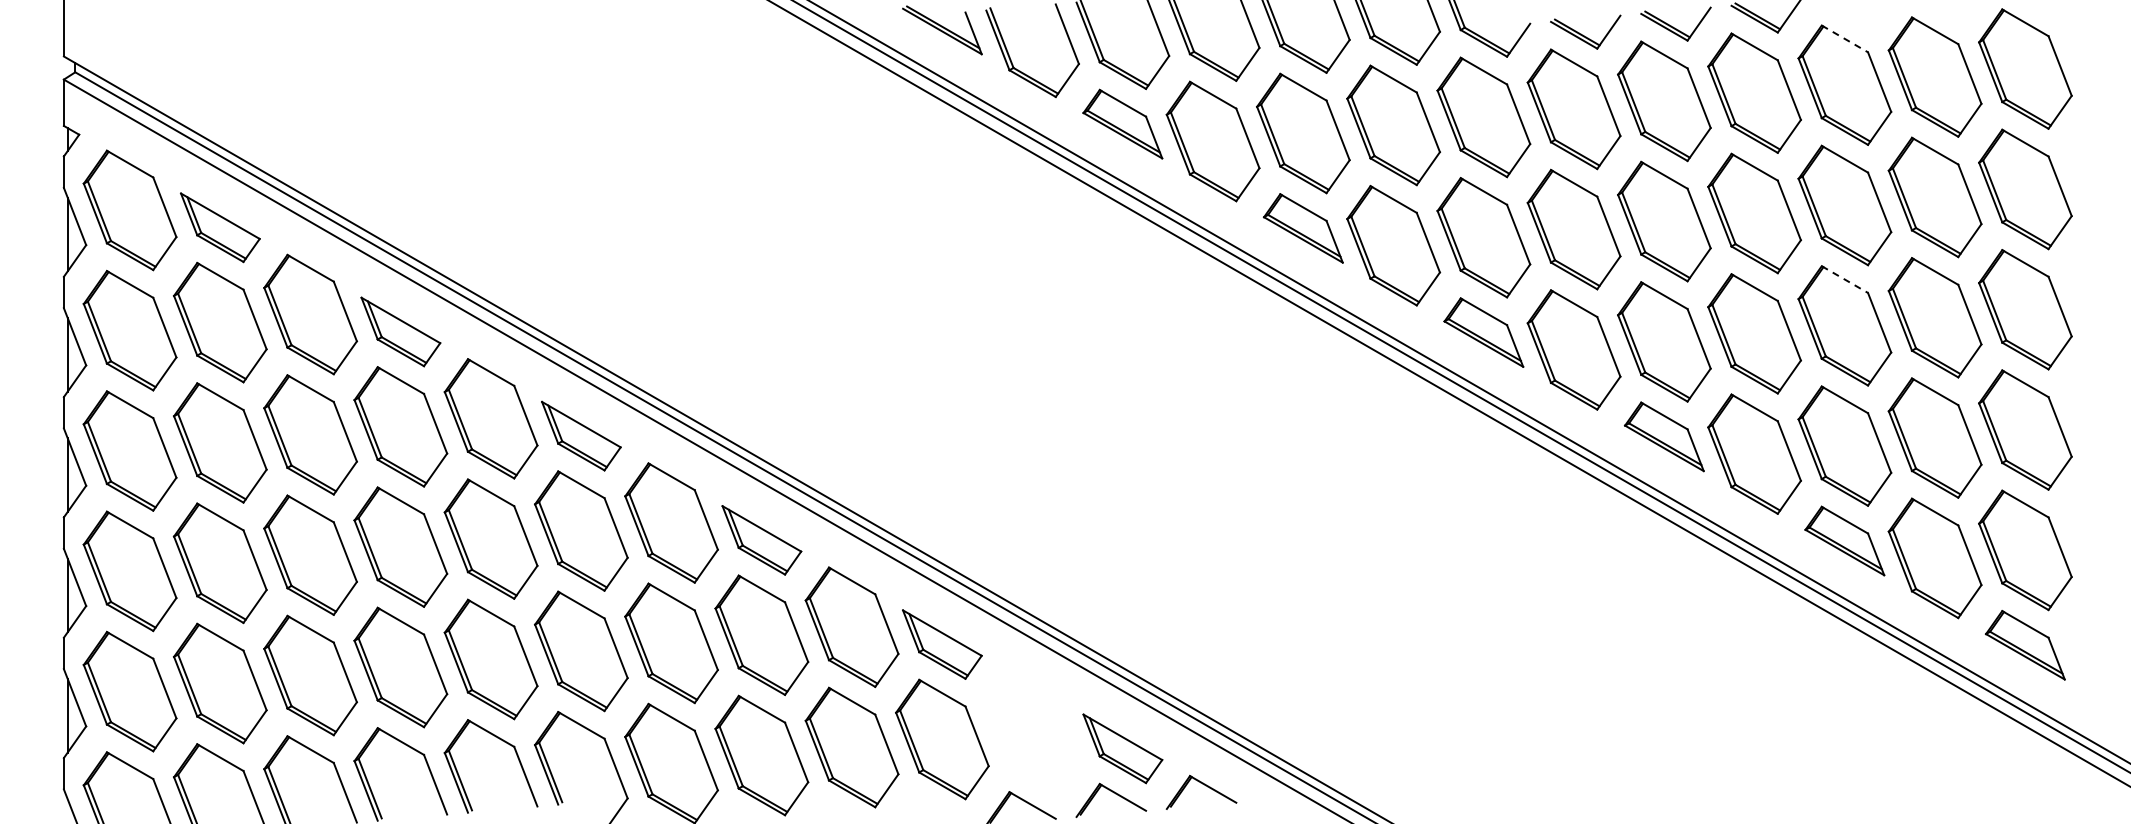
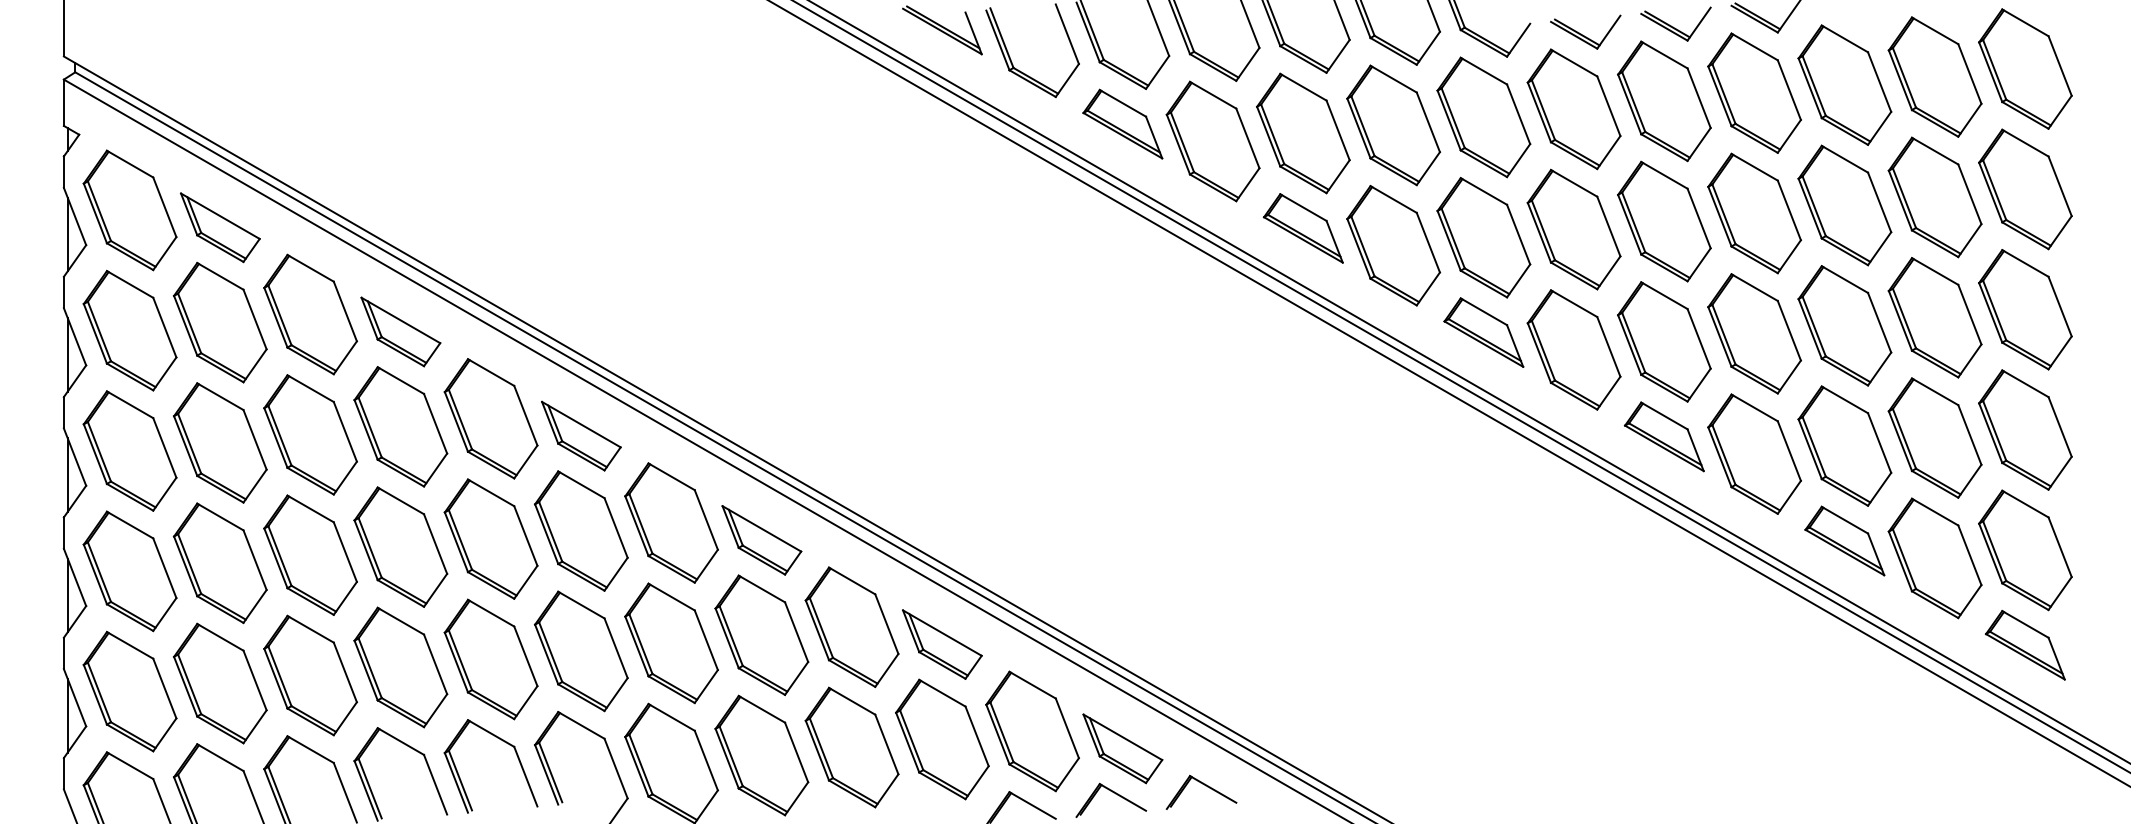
line at (1844, 38): dashed -> solid
line at (1844, 279): dashed -> solid
part at (1032, 731): none -> present
